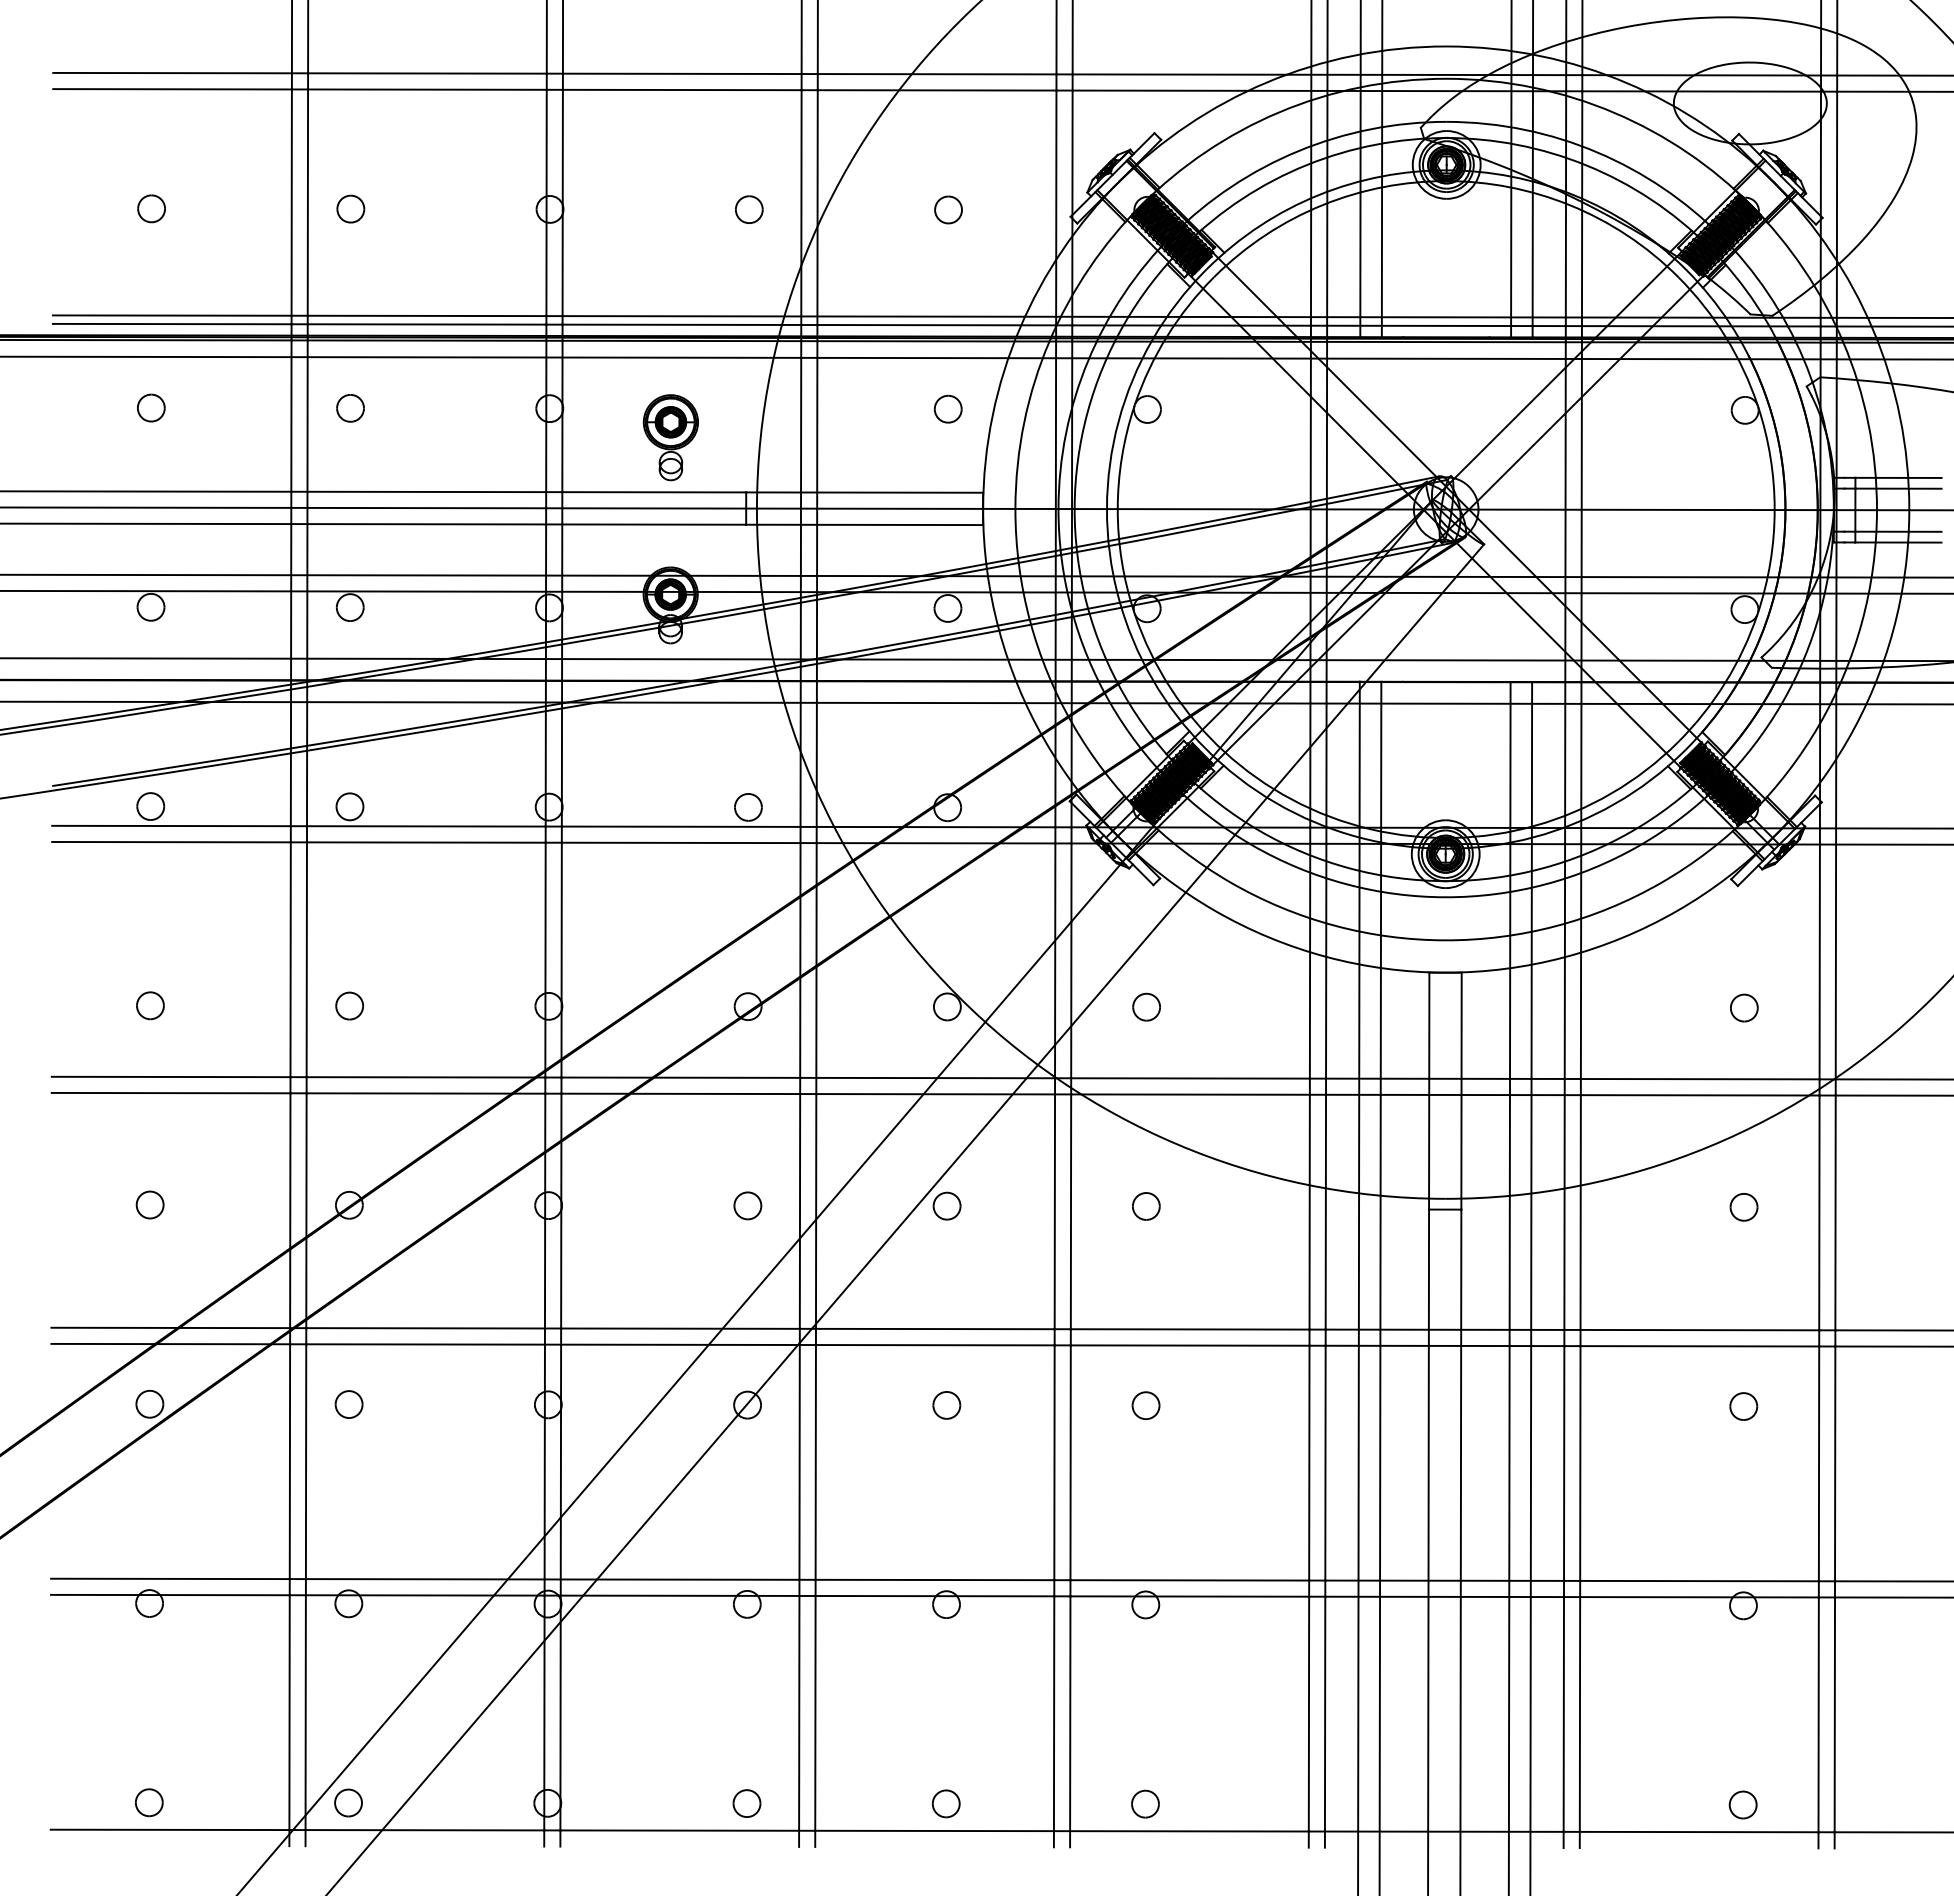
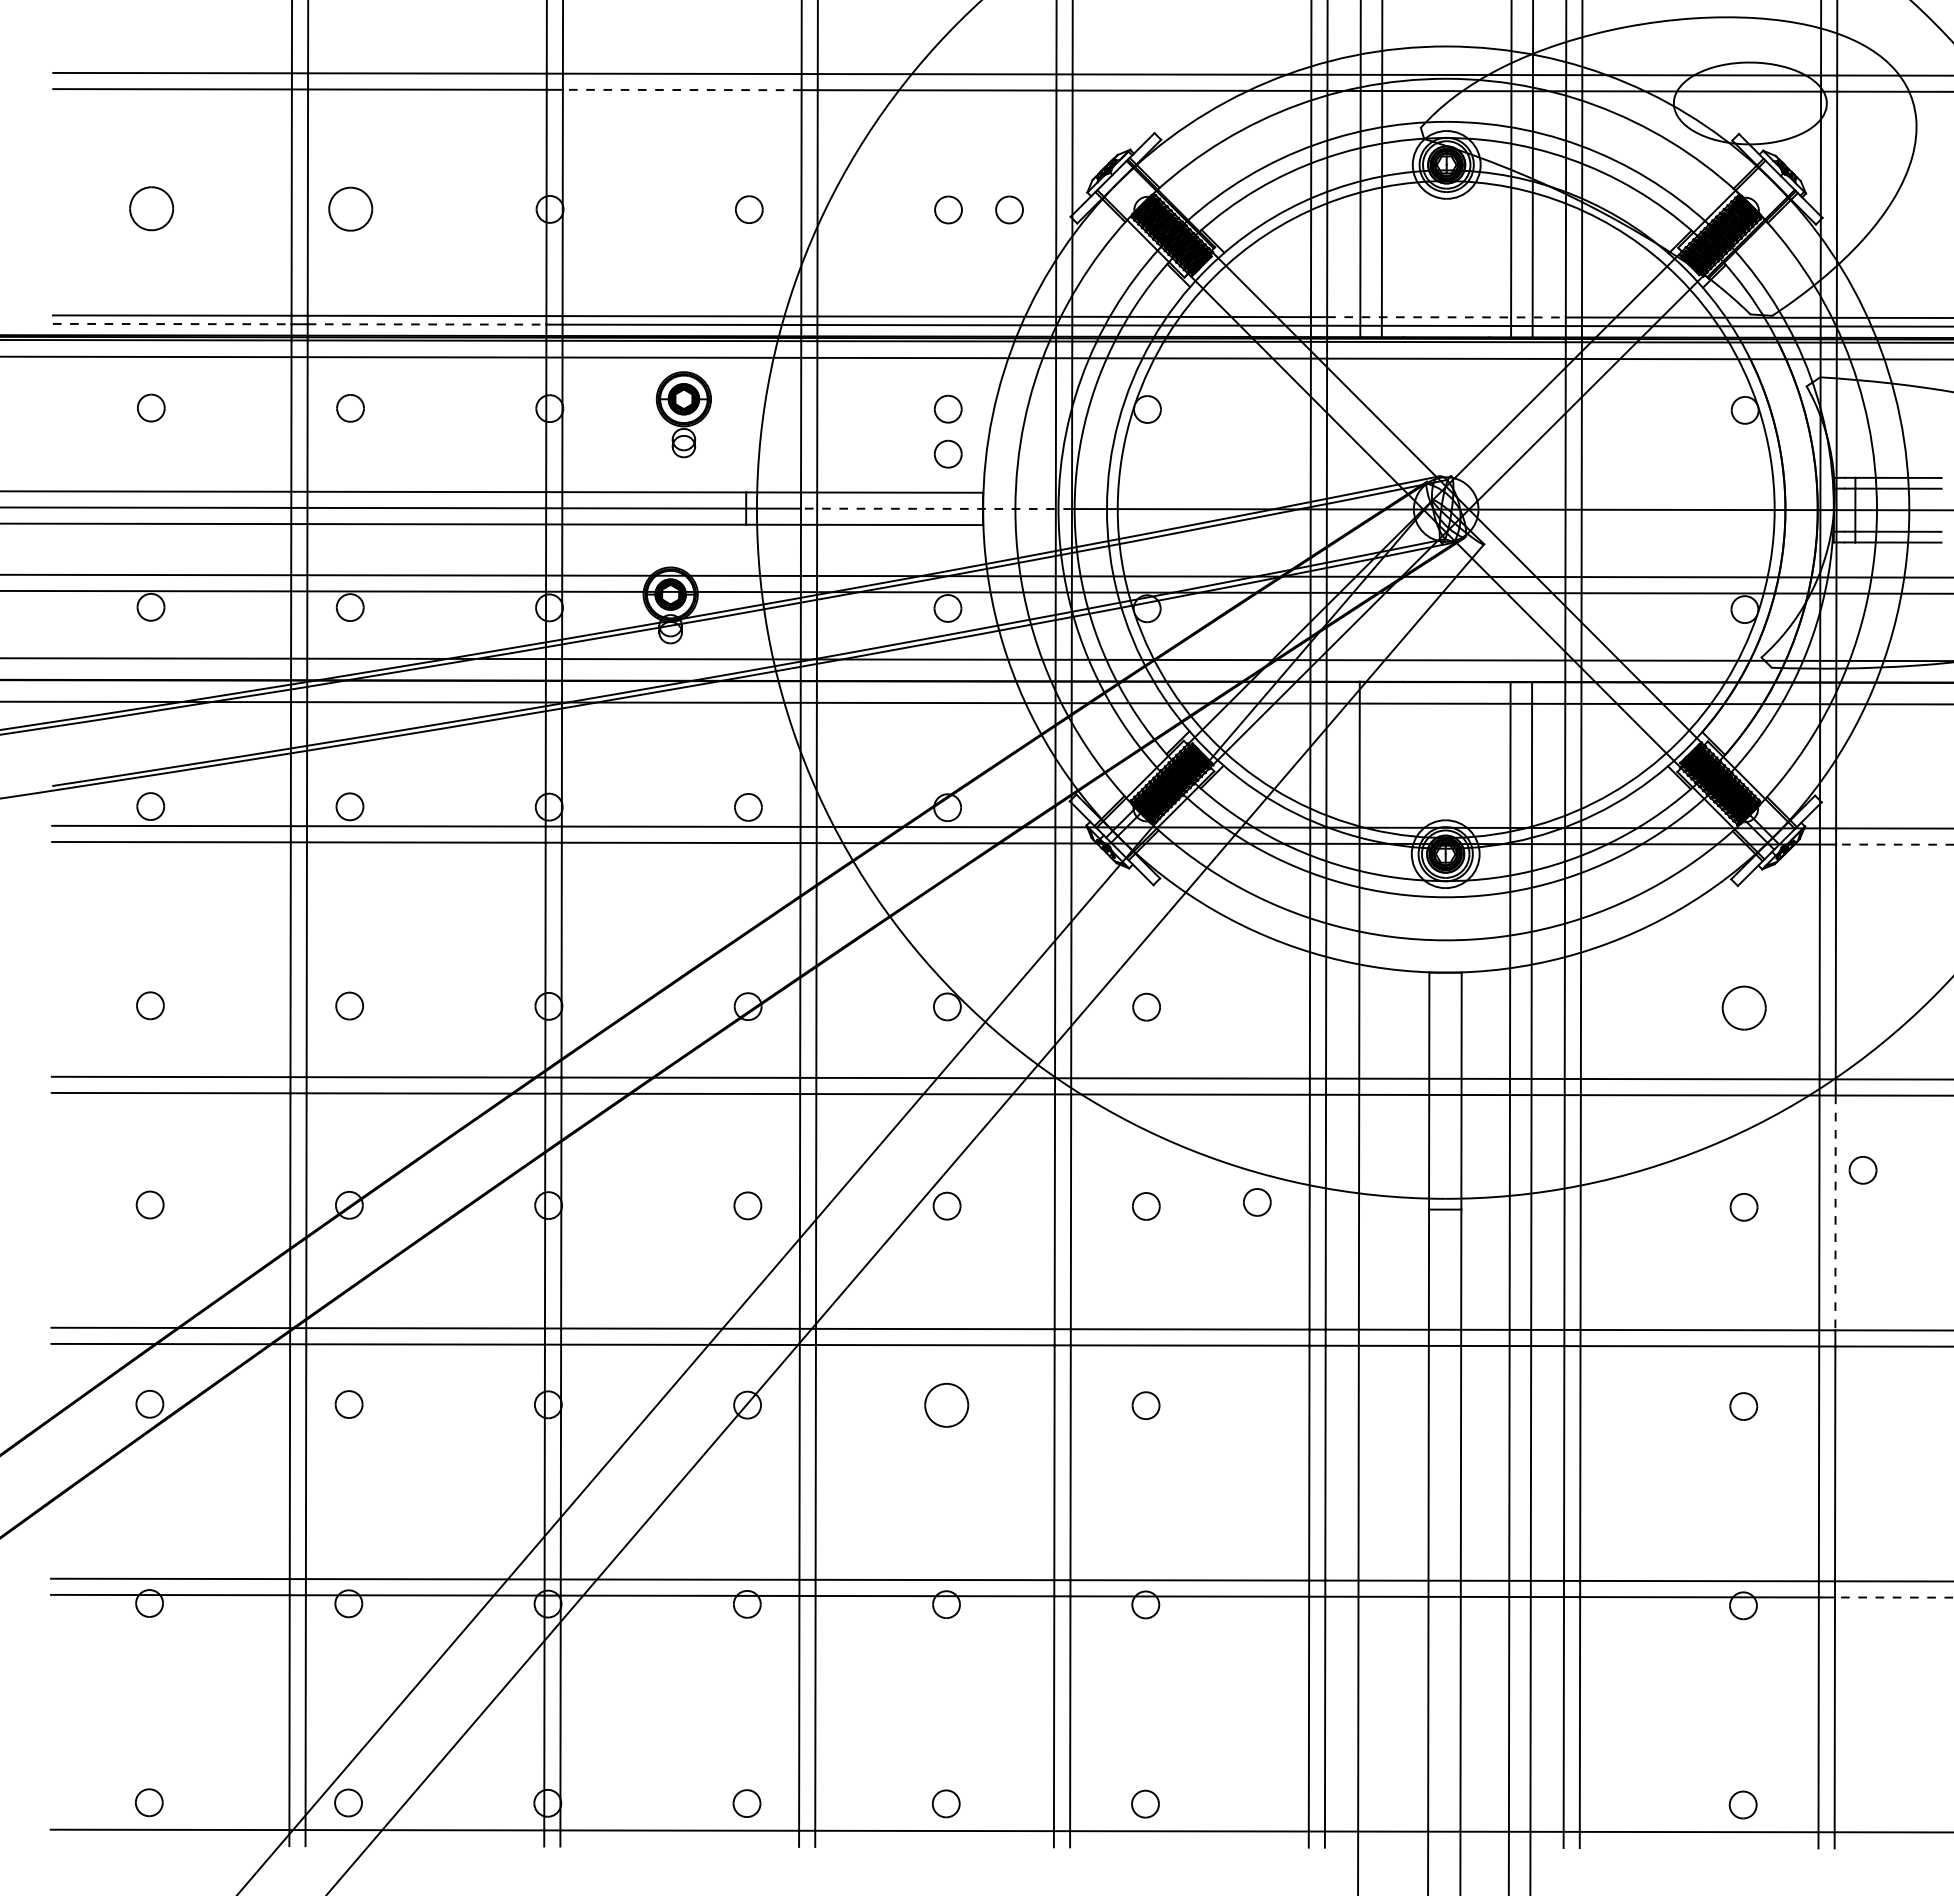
line at (681, 90): solid -> dashed
part at (151, 208) size: 29x30 px -> 46x46 px
part at (350, 208) size: 30x30 px -> 46x46 px
part at (1009, 209): none -> present
line at (1447, 317): solid -> dashed
line at (172, 324): solid -> dashed
line at (427, 324): solid -> dashed
part at (670, 437) position: (670, 437) -> (683, 414)
part at (947, 453): none -> present
line at (936, 508): solid -> dashed
line at (1895, 844): solid -> dashed
part at (1744, 1007) size: 29x30 px -> 46x46 px
part at (1862, 1170): none -> present
part at (1257, 1202): none -> present
line at (1835, 1213): solid -> dashed
line at (1380, 1286): present -> none
part at (946, 1405) size: 30x29 px -> 46x45 px
line at (1893, 1597): solid -> dashed
